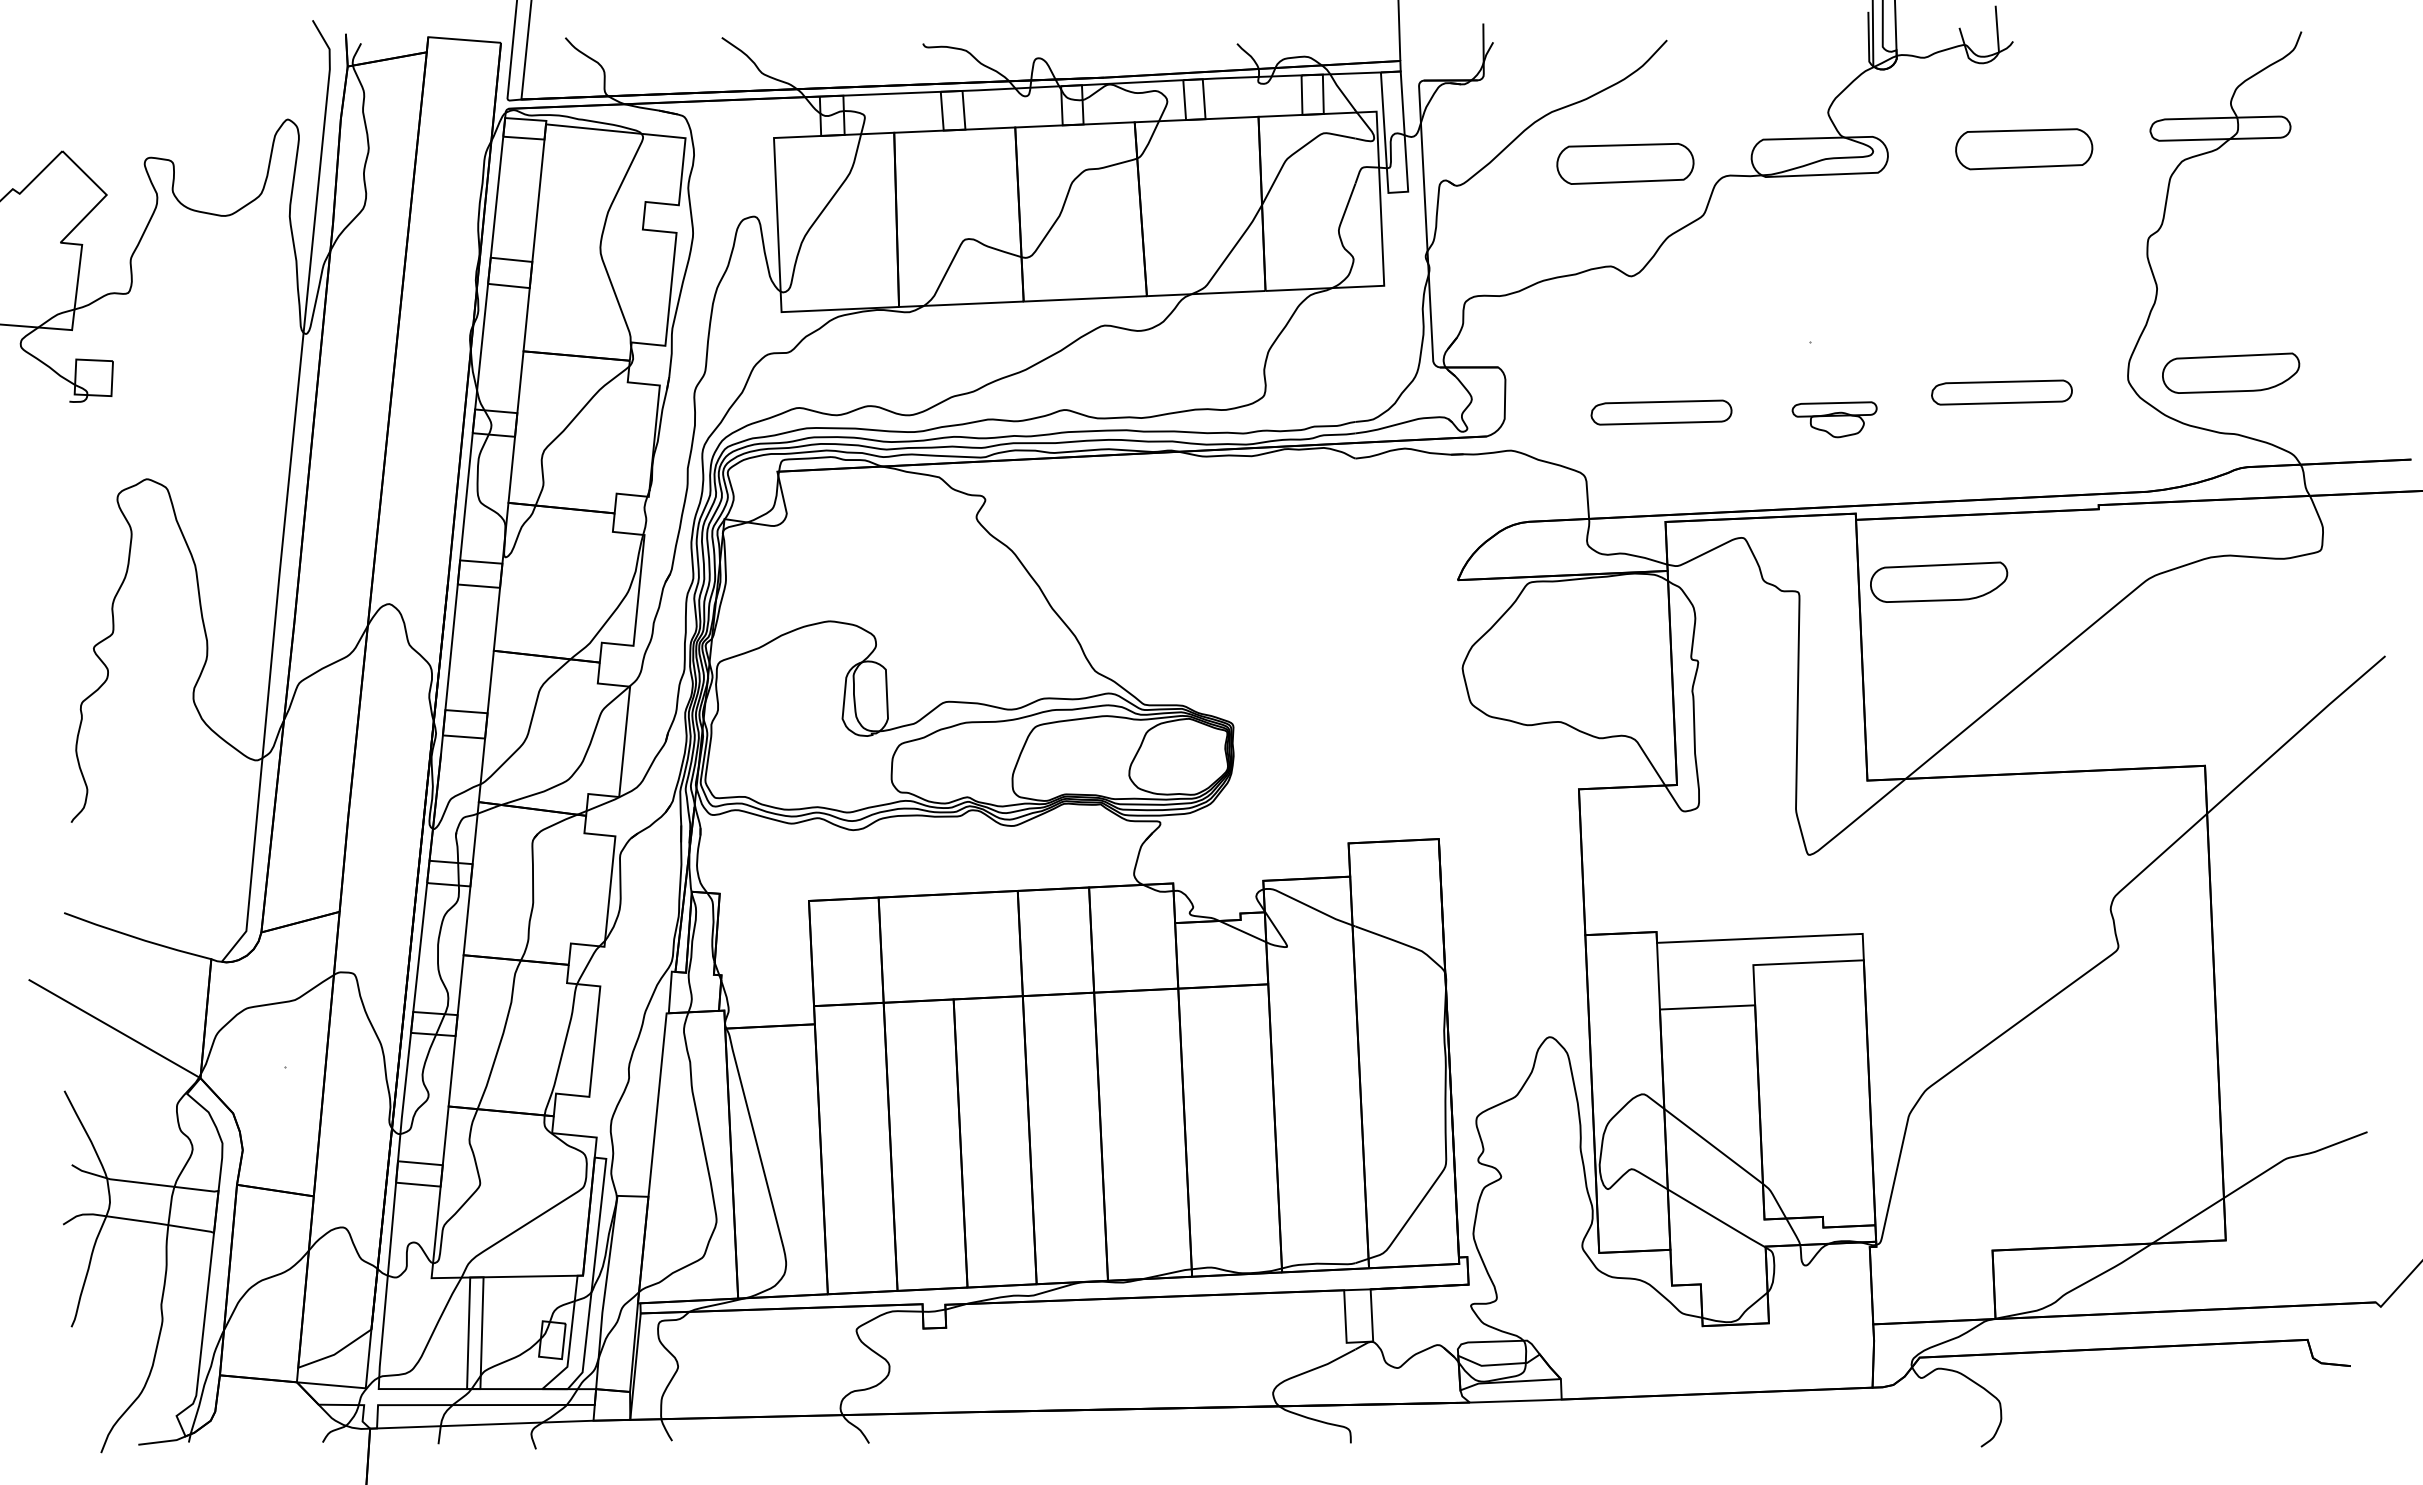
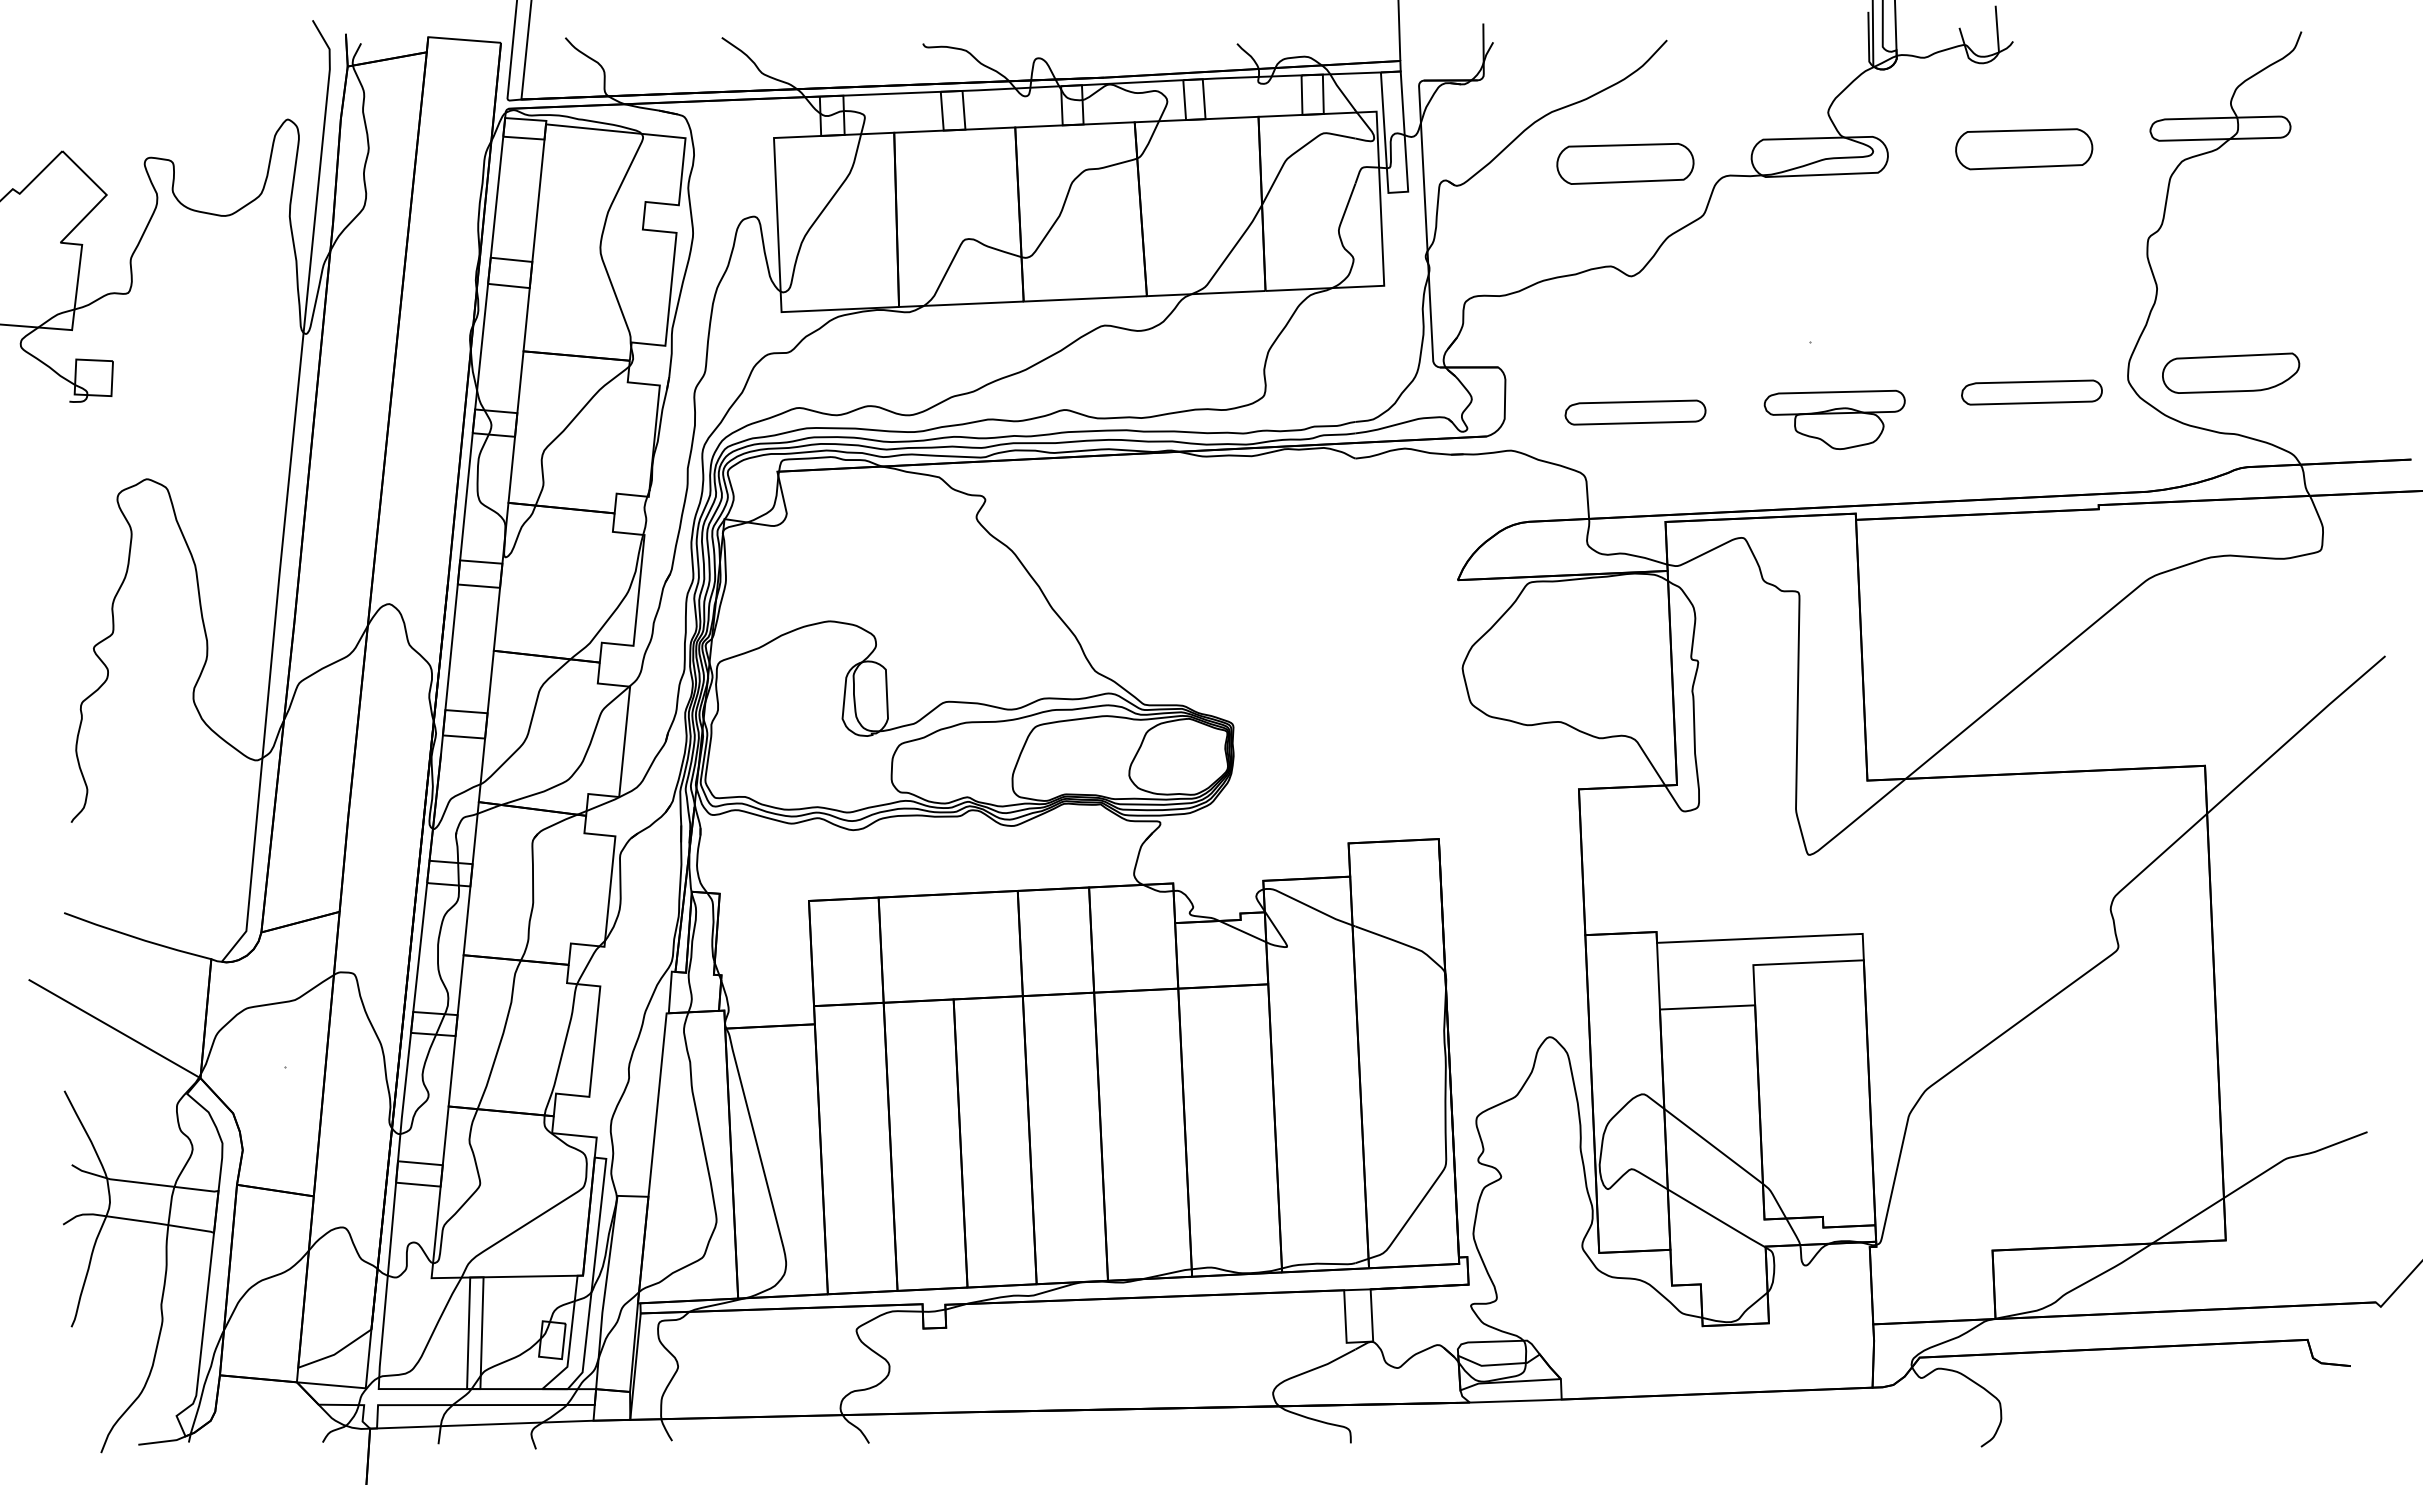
part at (2001, 392) position: (2001, 392) -> (2031, 392)
part at (1661, 412) position: (1661, 412) -> (1635, 412)
part at (1834, 419) size: 87x38 px -> 143x61 px
part at (1939, 581): present -> none
